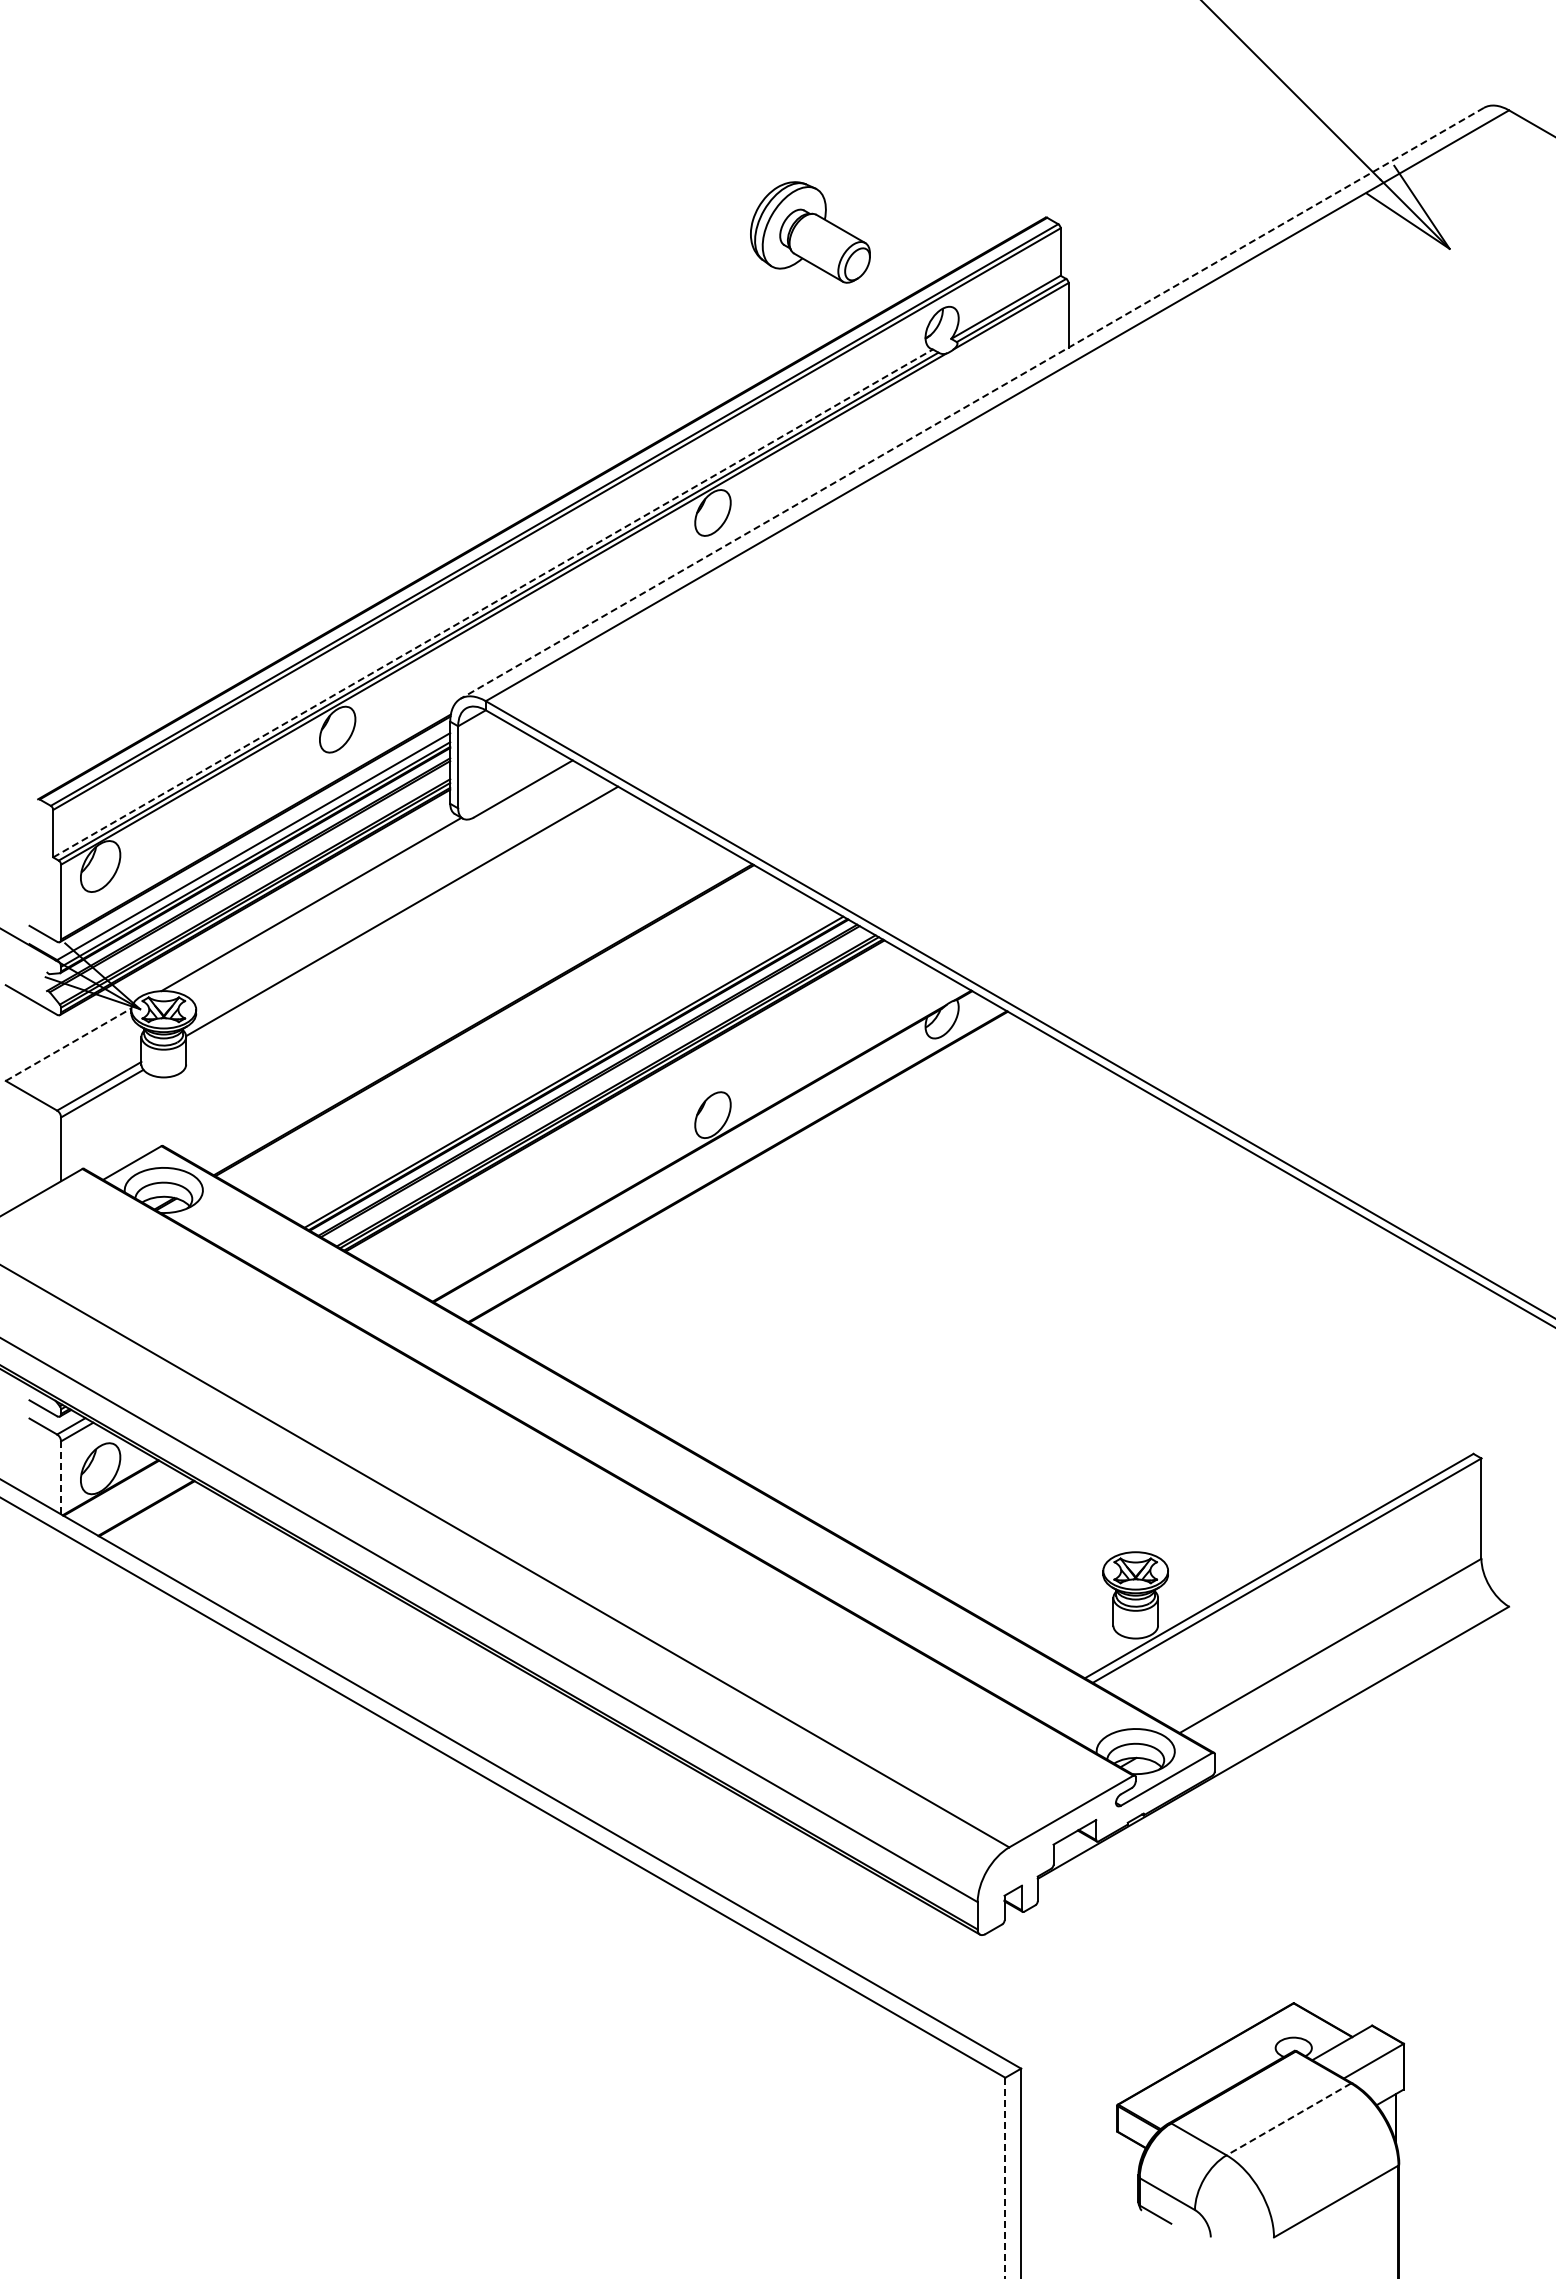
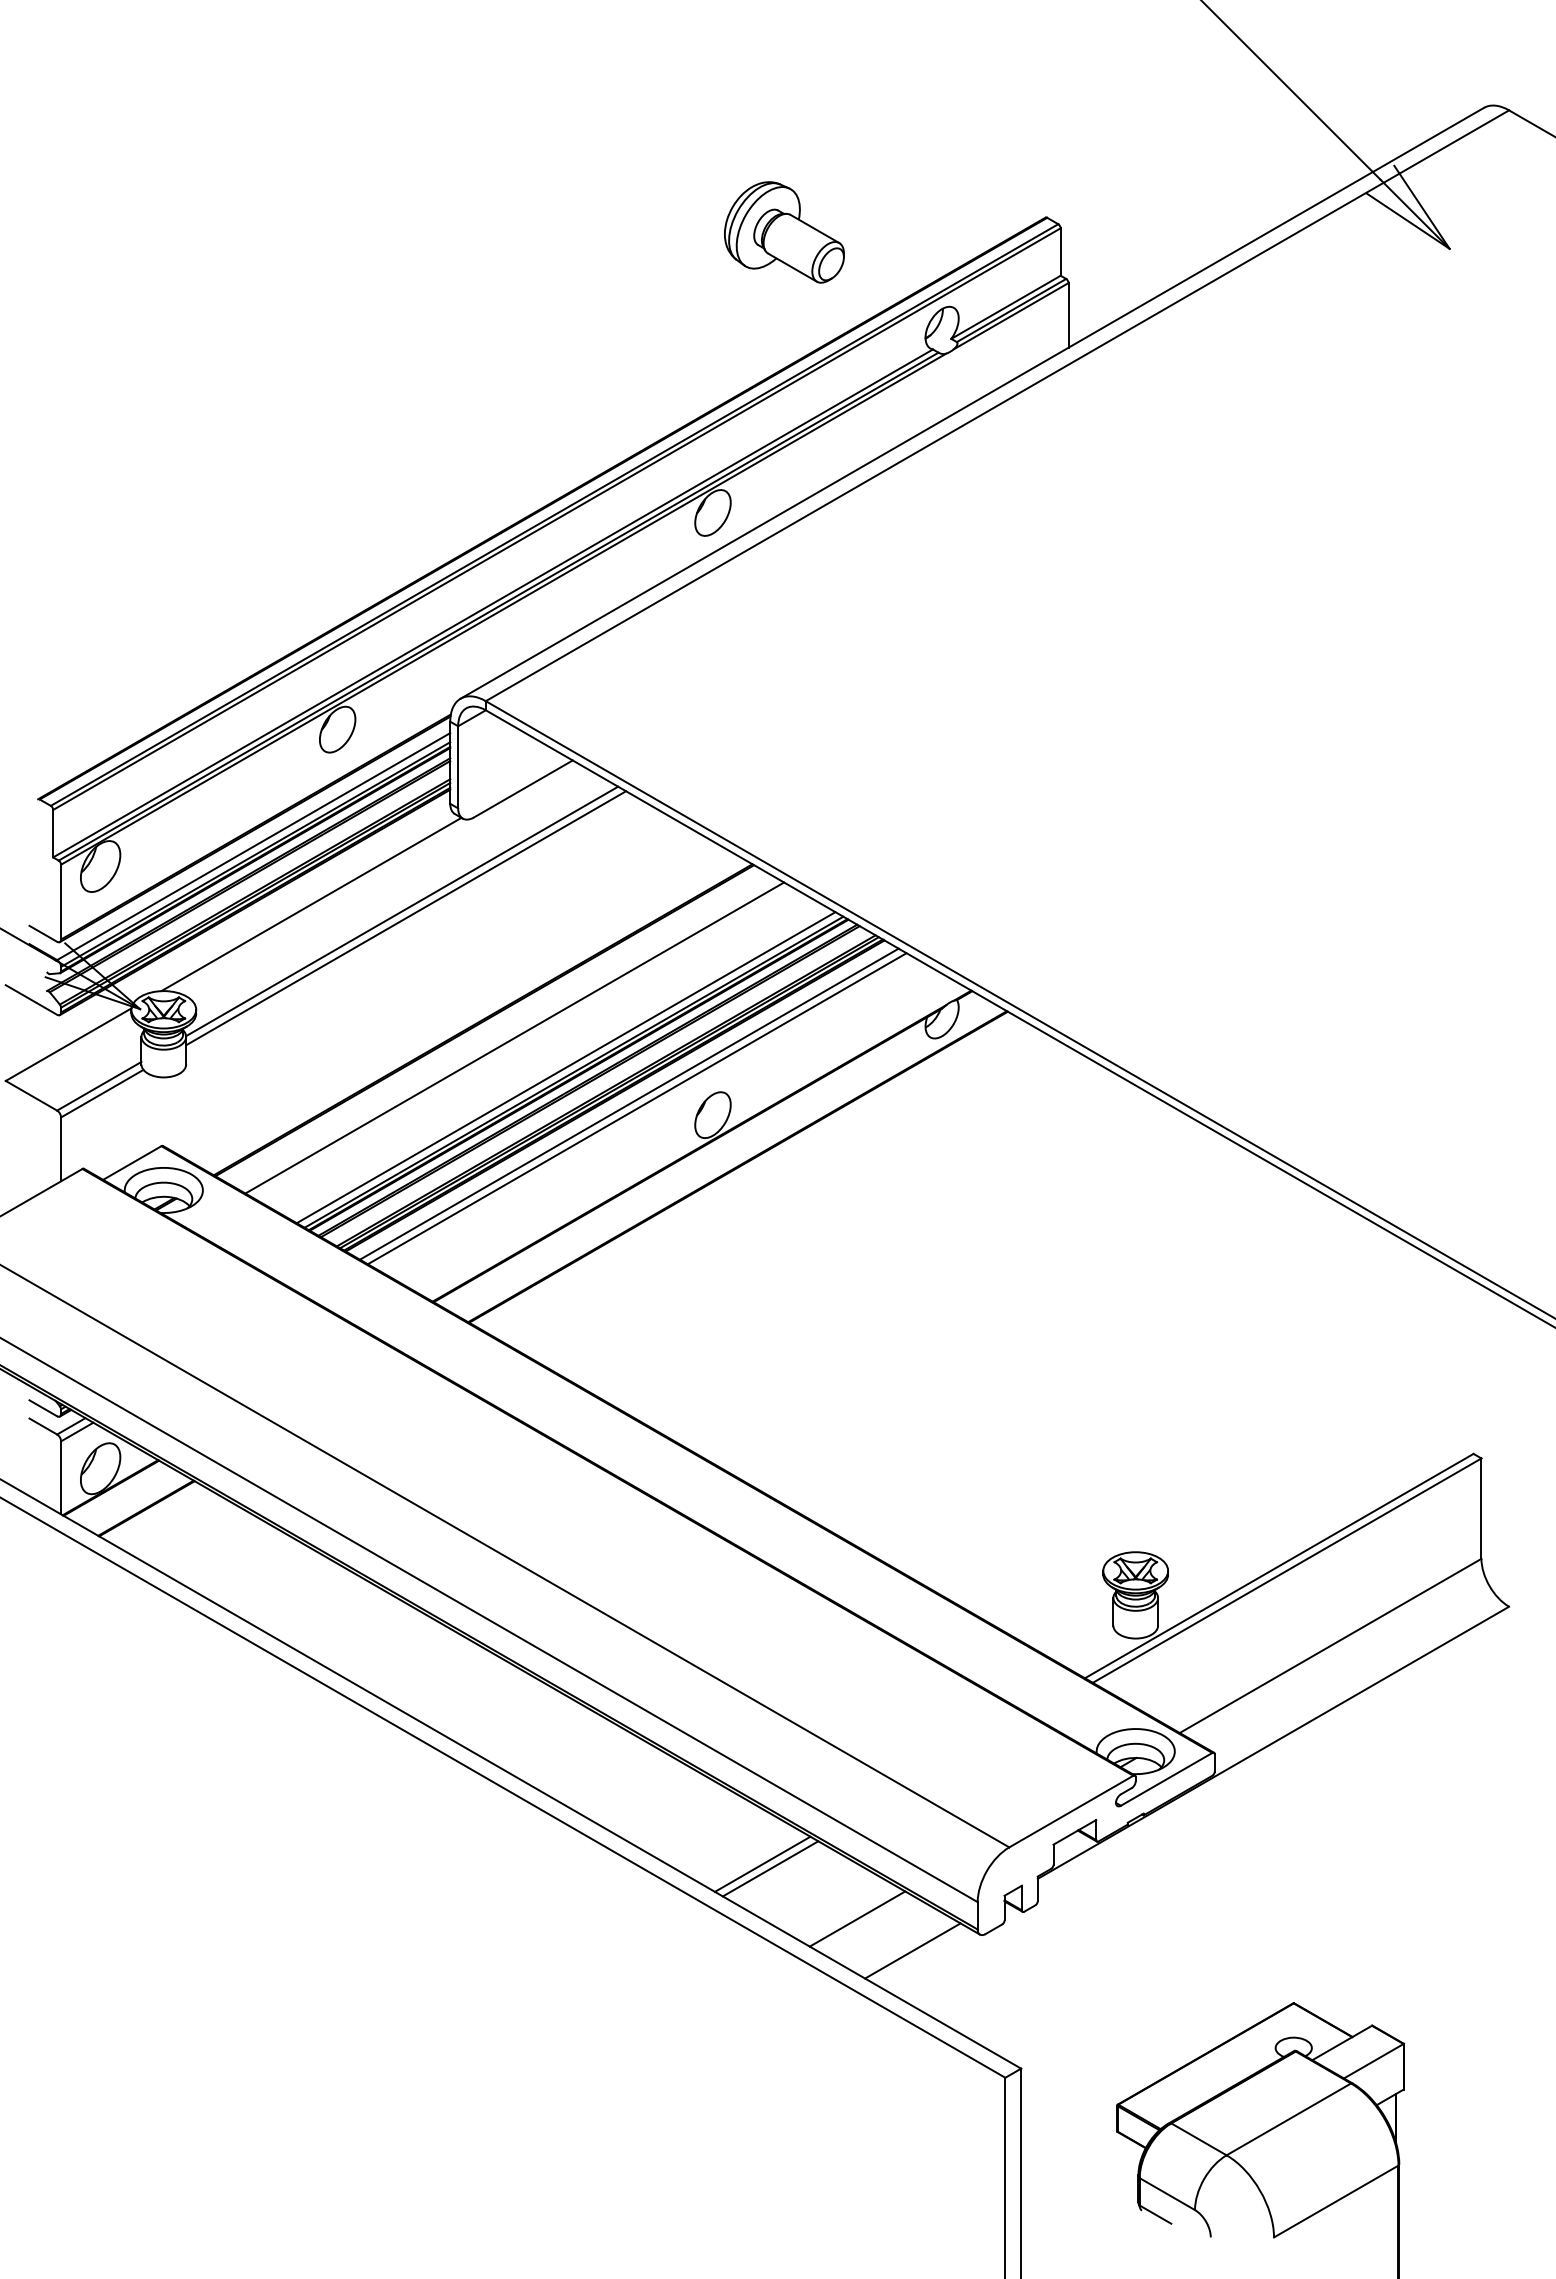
part at (810, 232) position: (810, 232) -> (784, 232)
line at (972, 403): dashed -> solid
line at (493, 603): dashed -> solid
line at (406, 918): none -> present
line at (514, 1037): none -> present
line at (68, 1044): dashed -> solid
line at (565, 1067): none -> present
line at (628, 1103): none -> present
line at (636, 1108): none -> present
line at (61, 1478): dashed -> solid
line at (762, 1863): none -> present
line at (770, 1868): none -> present
line at (857, 1918): none -> present
line at (912, 1950): none -> present
line at (1288, 2119): dashed -> solid
line at (1005, 2178): dashed -> solid
